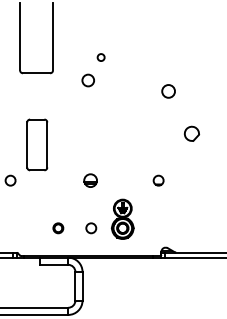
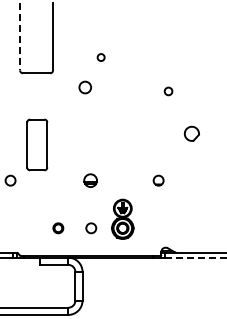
line at (20, 36): solid -> dashed
circle at (87, 80) position: (87, 80) -> (84, 87)
circle at (168, 91) size: 15x15 px -> 11x11 px
line at (195, 257): solid -> dashed
